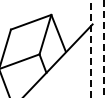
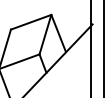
line at (91, 48): dashed -> solid
line at (104, 48): dashed -> solid
